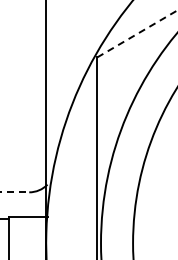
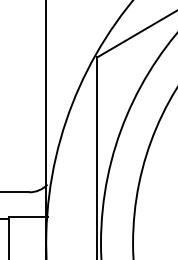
line at (137, 33): dashed -> solid
line at (15, 192): dashed -> solid
